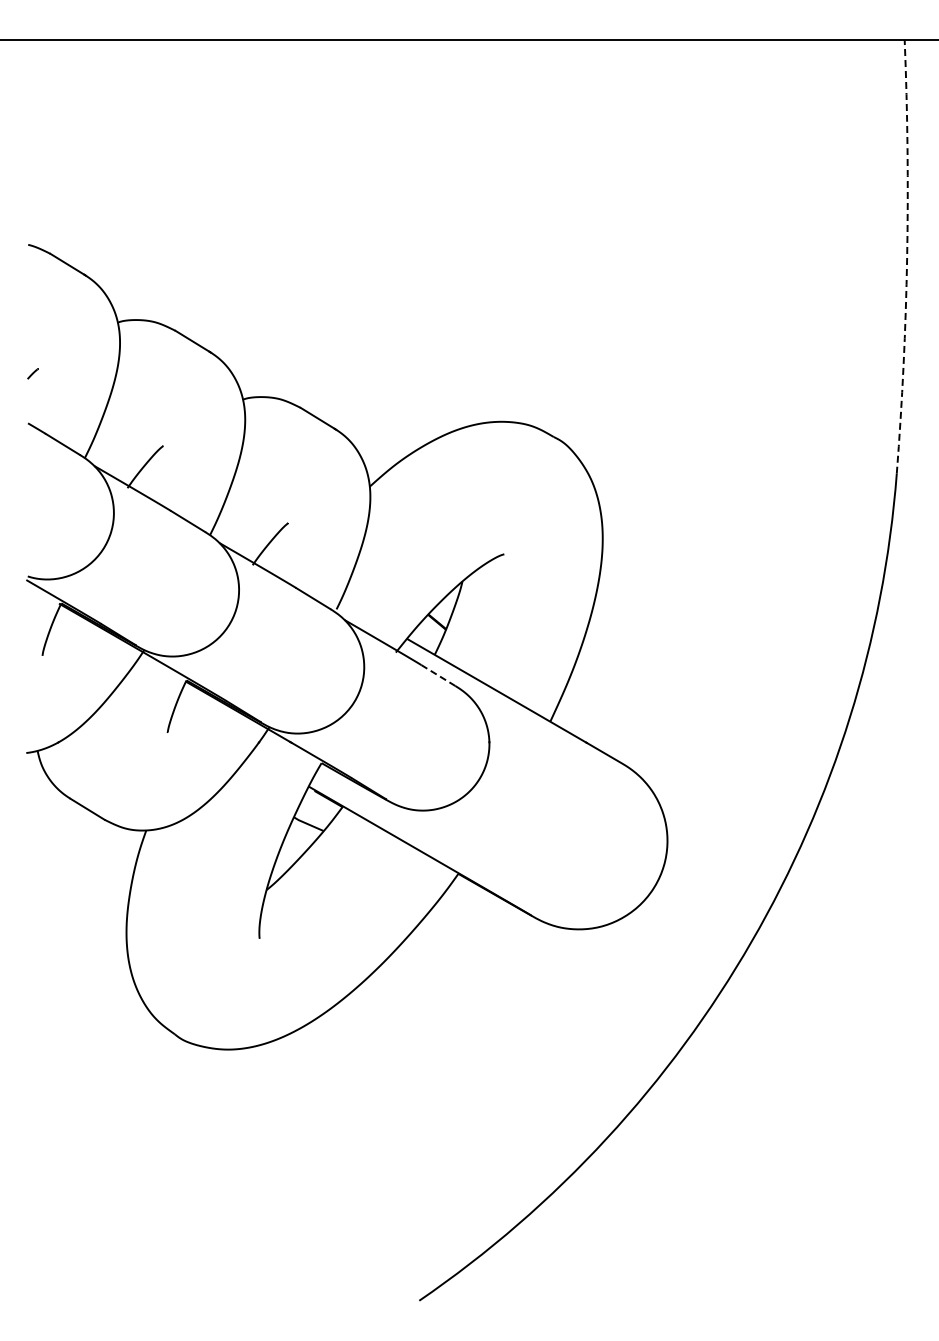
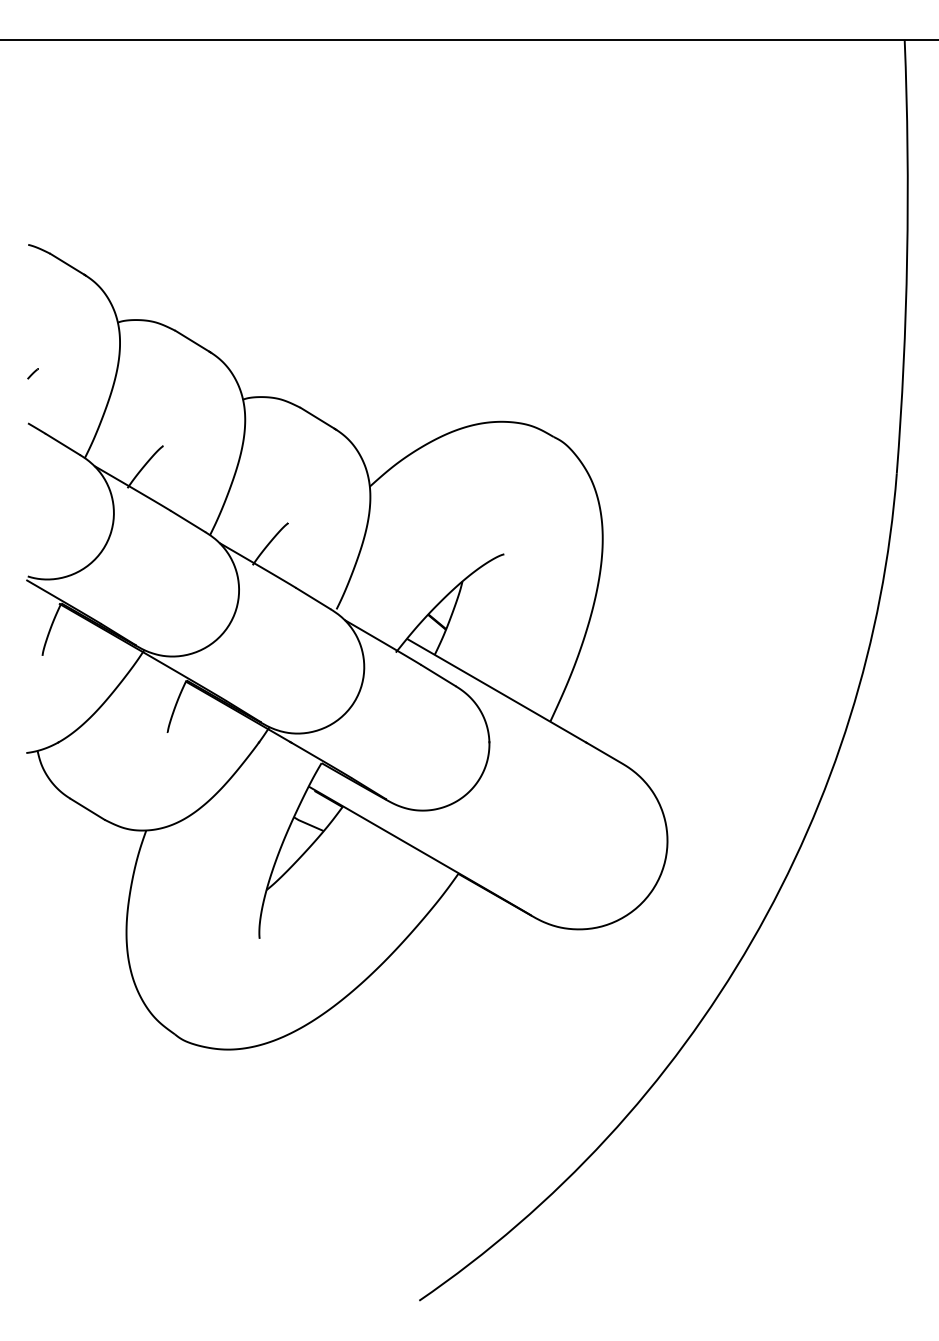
arc at (907, 257): dashed -> solid
line at (438, 675): dashed -> solid
